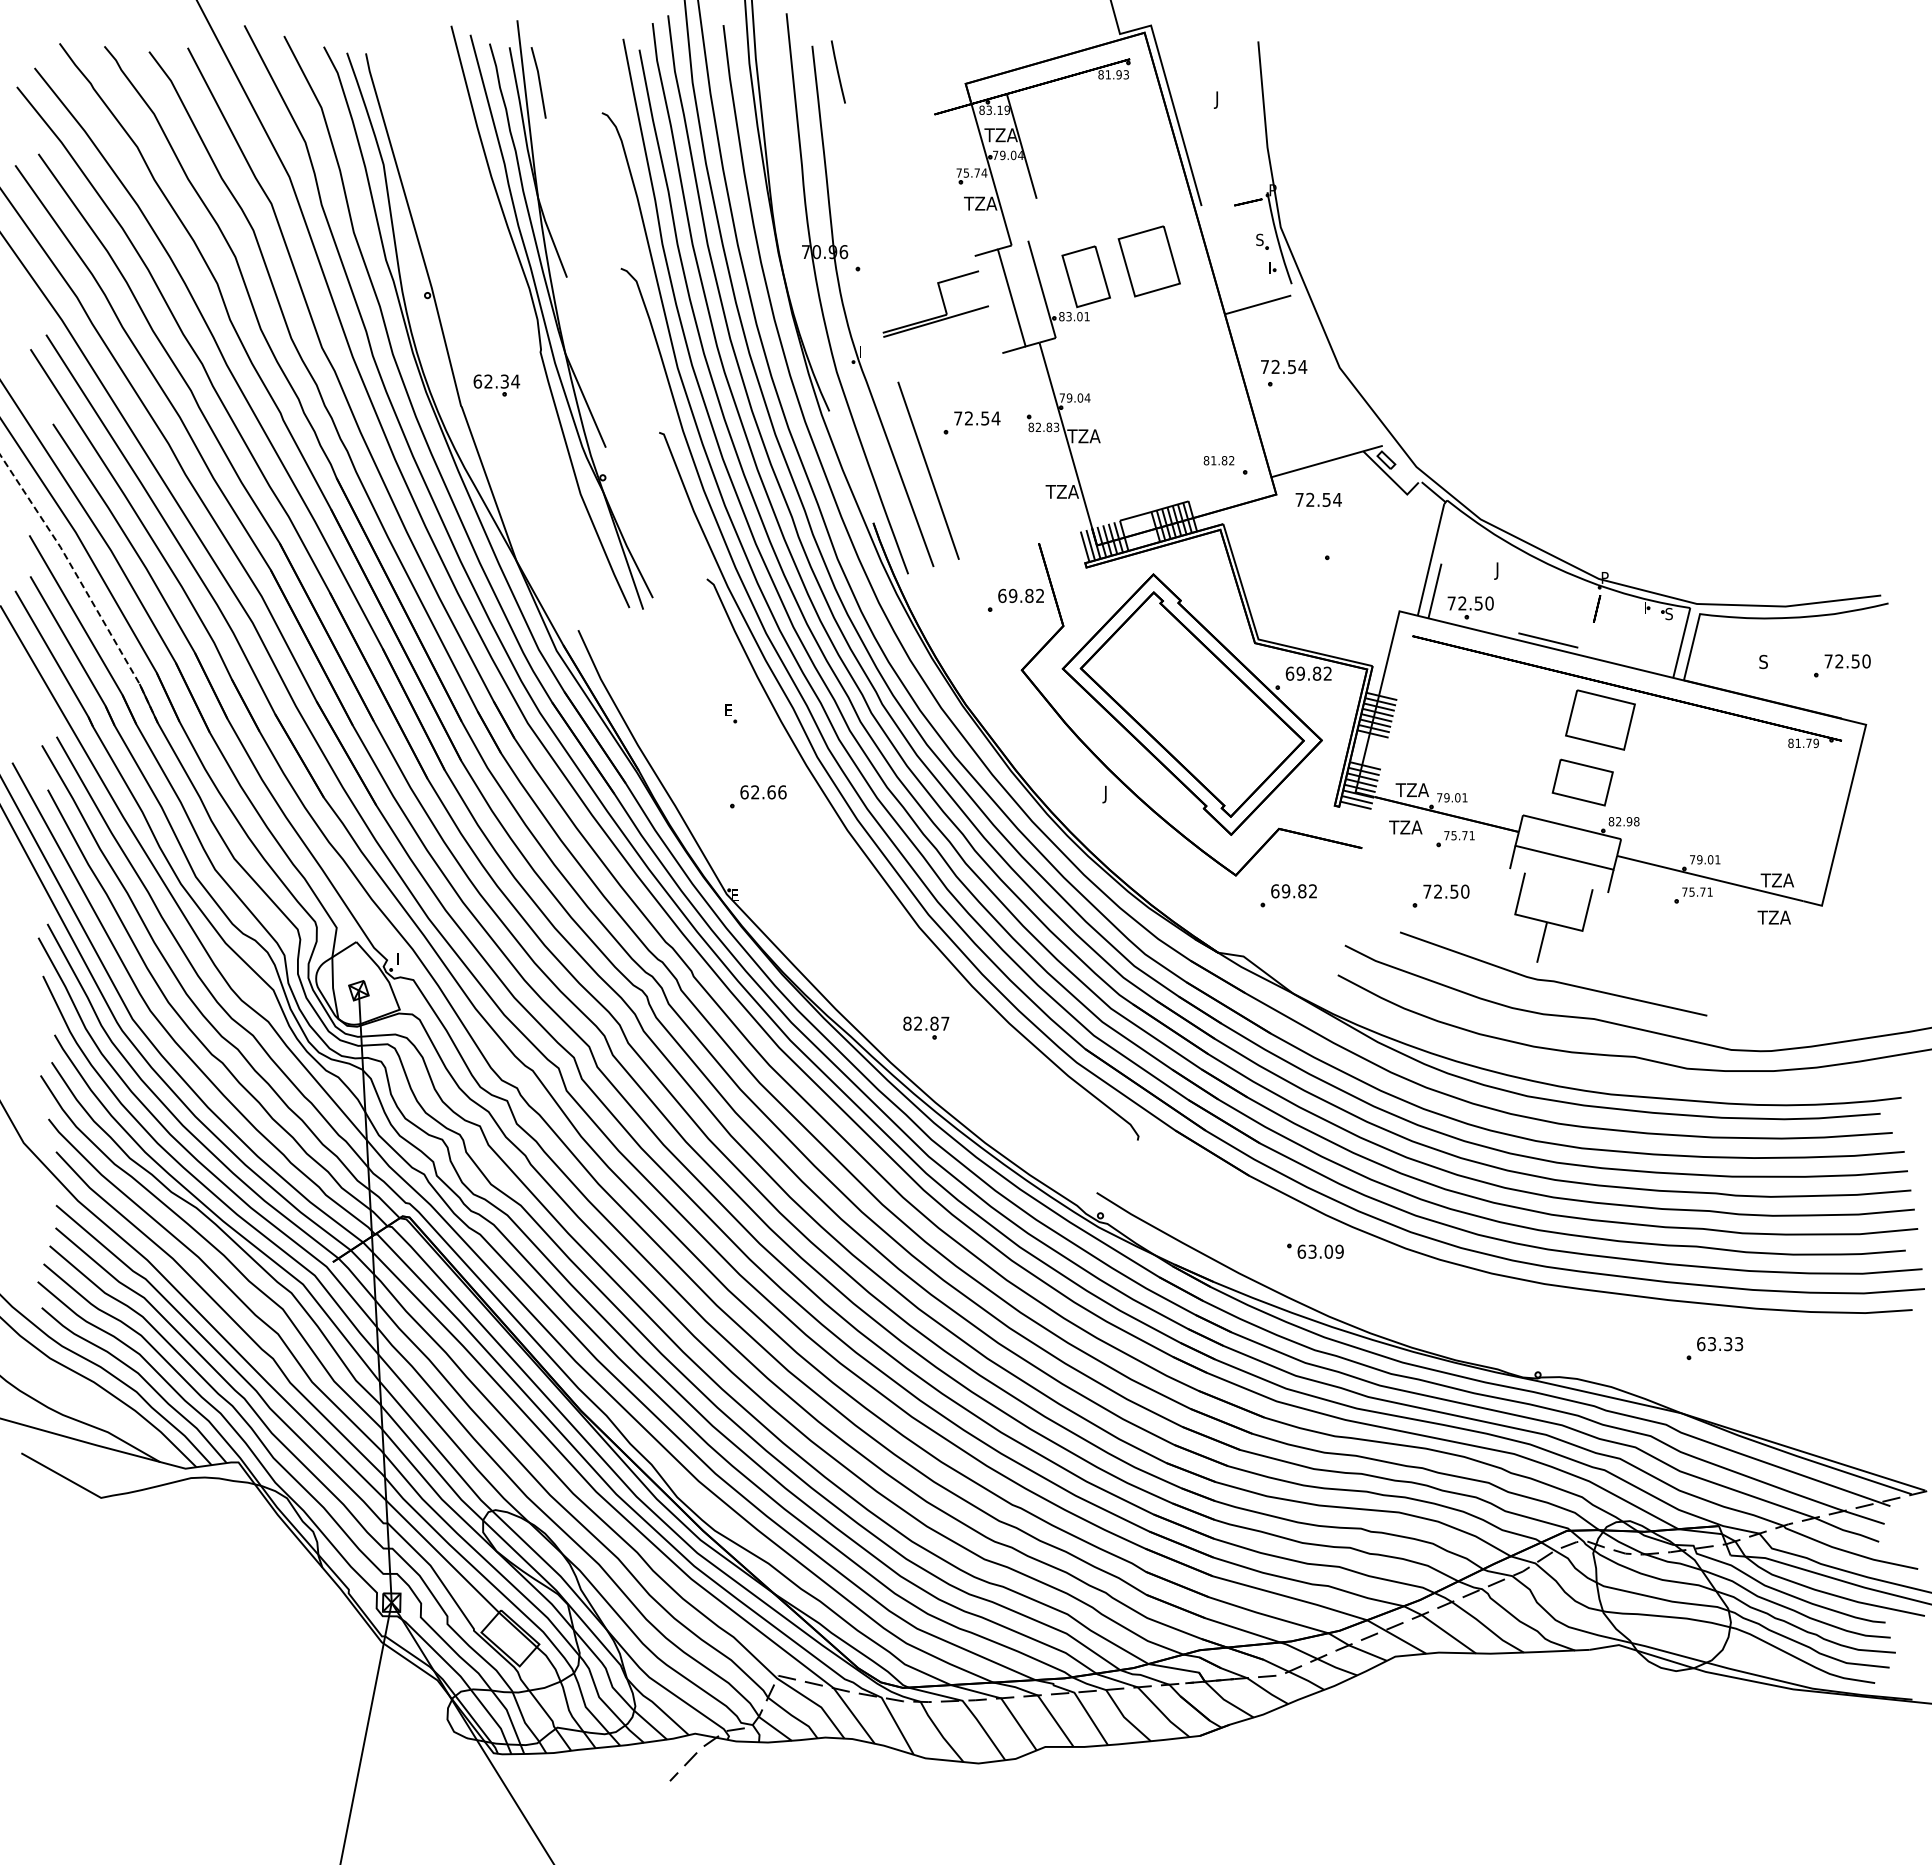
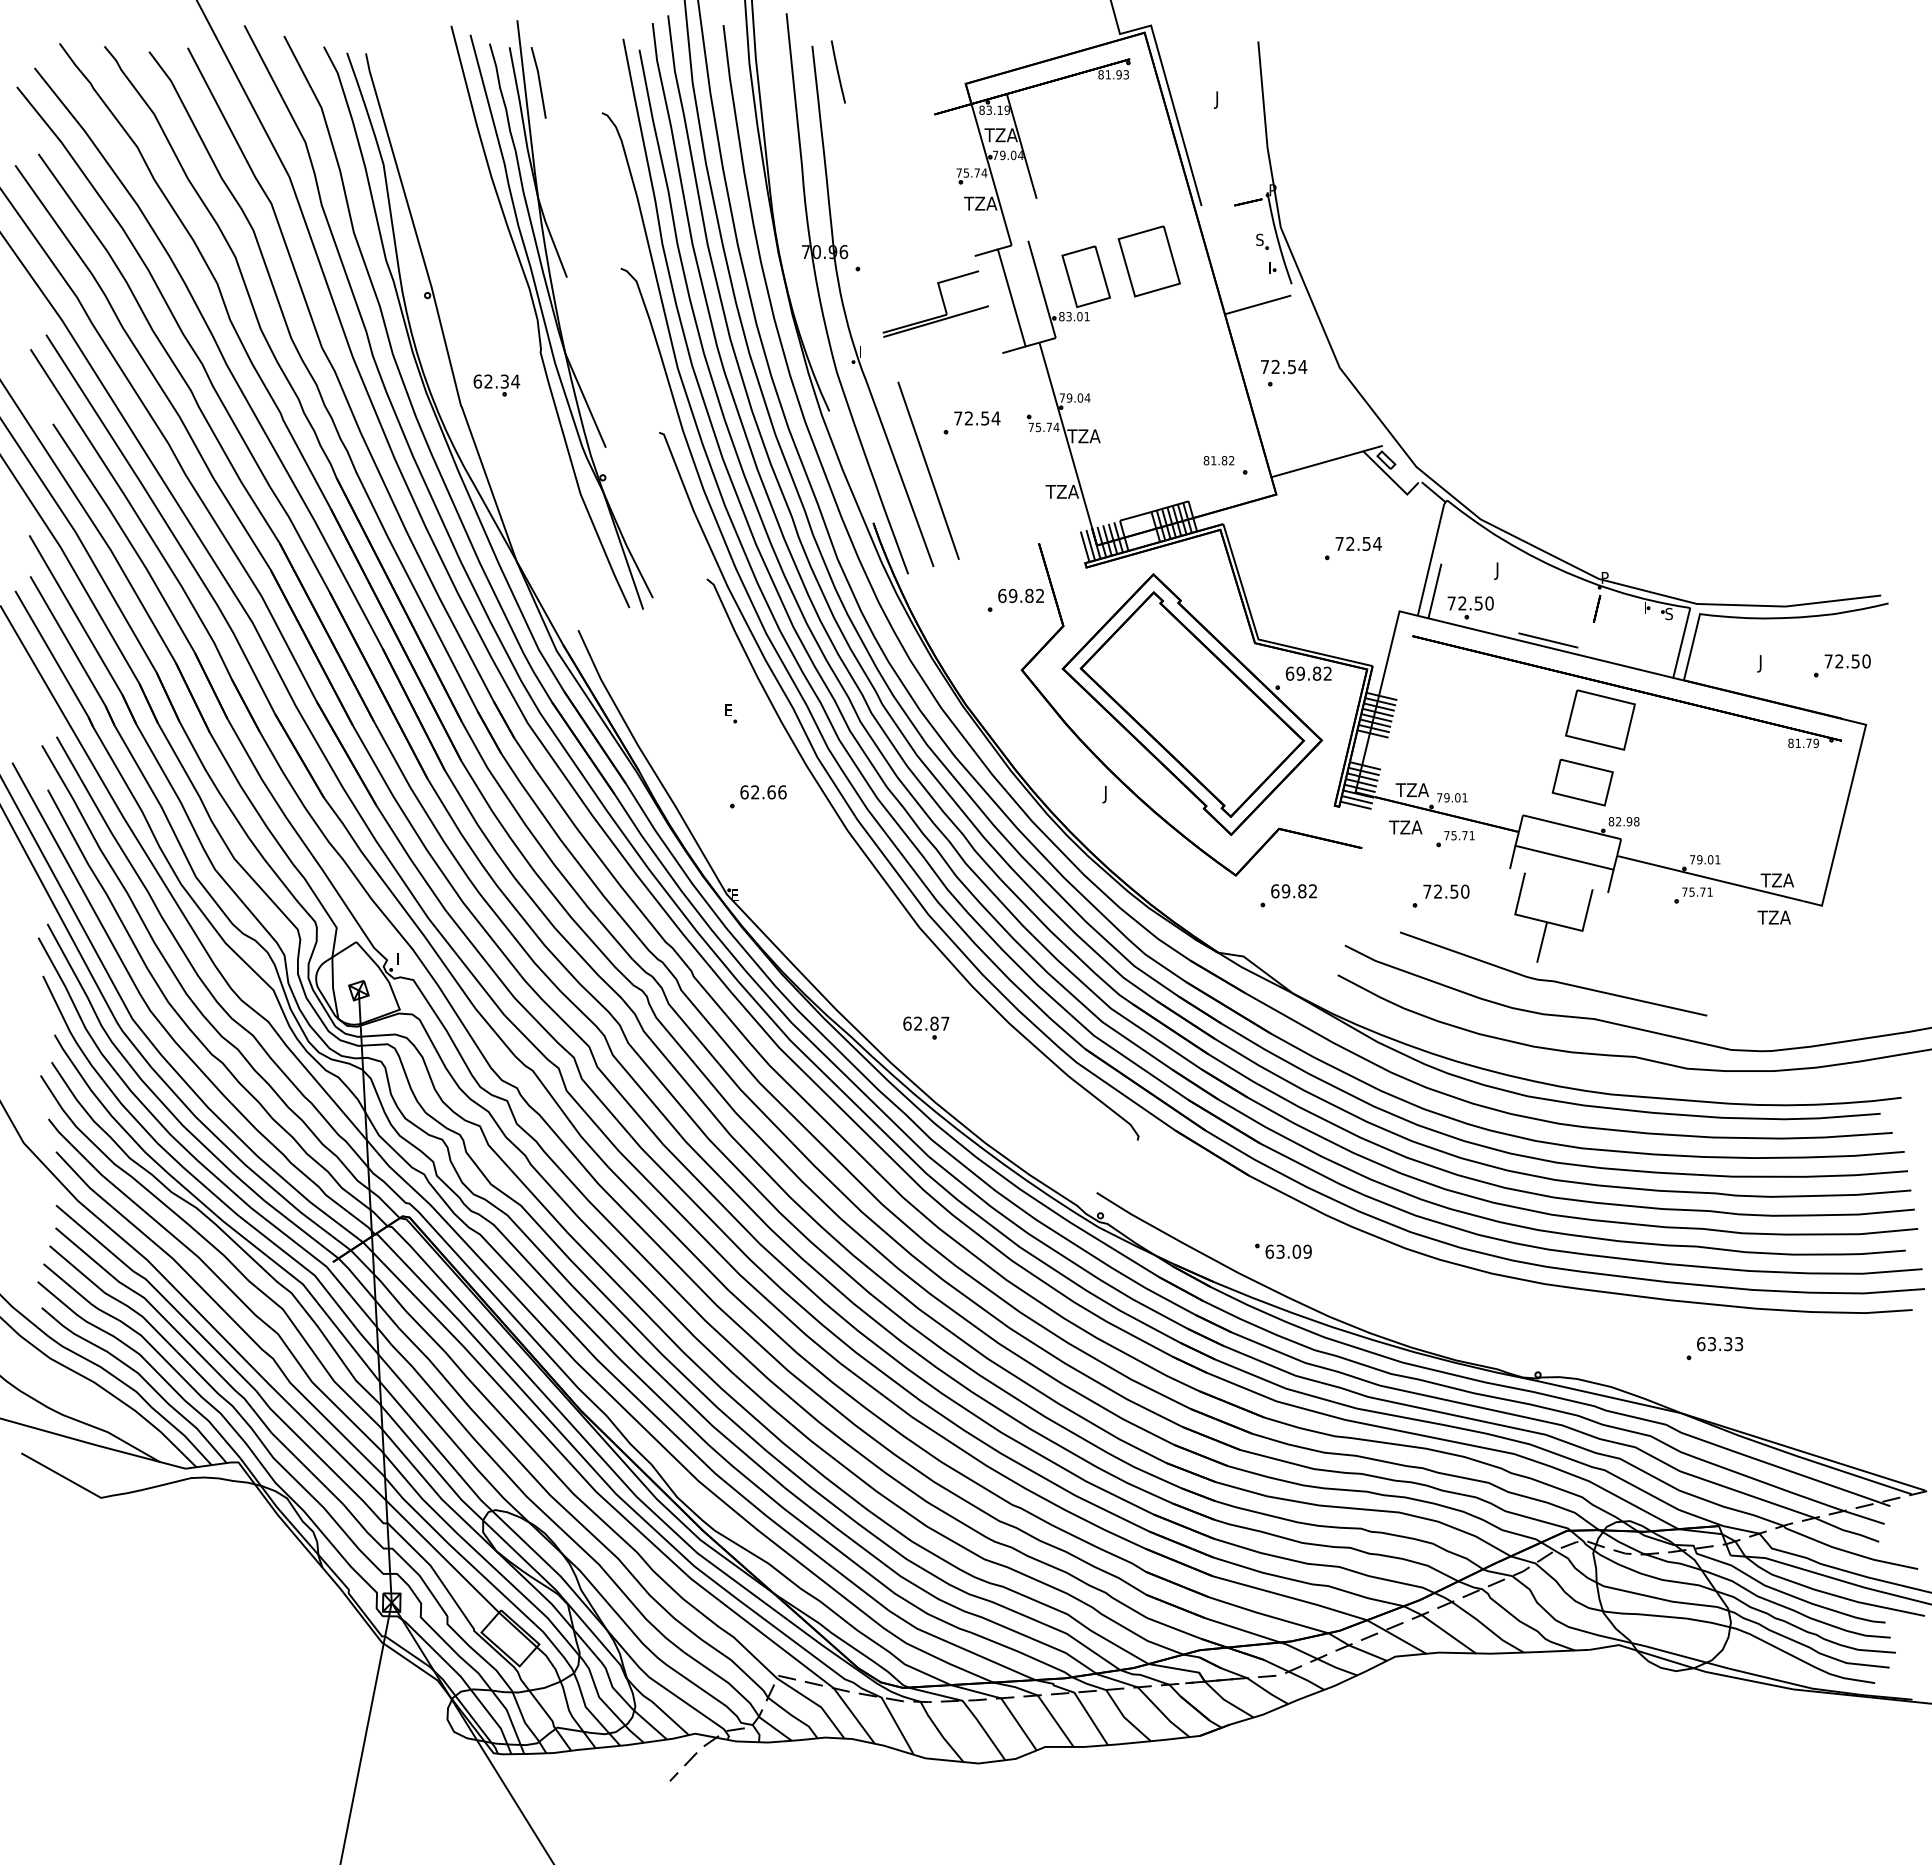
text at (1043, 427): 82.83 -> 75.74
text at (1318, 499) position: (1318, 499) -> (1358, 543)
line at (83, 586): dashed -> solid
text at (1762, 663): S -> J
text at (907, 1023): 82.87 -> 62.87
part at (1315, 1250) position: (1315, 1250) -> (1283, 1250)
